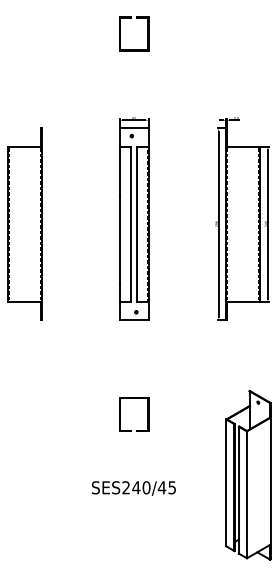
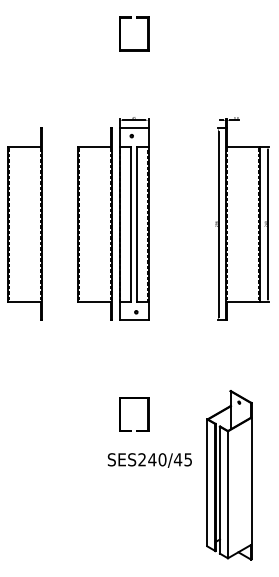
part at (94, 223): none -> present
part at (248, 475) position: (248, 475) -> (229, 475)
text at (133, 488) position: (133, 488) -> (149, 460)
